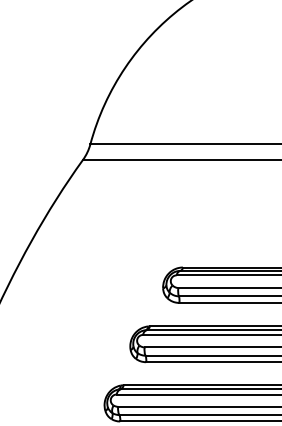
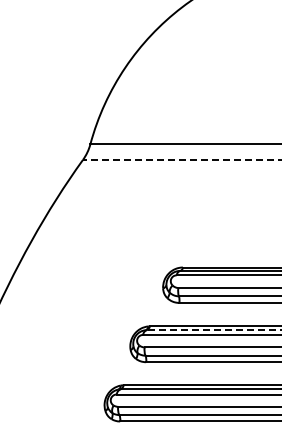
line at (181, 159): solid -> dashed
line at (213, 330): solid -> dashed
